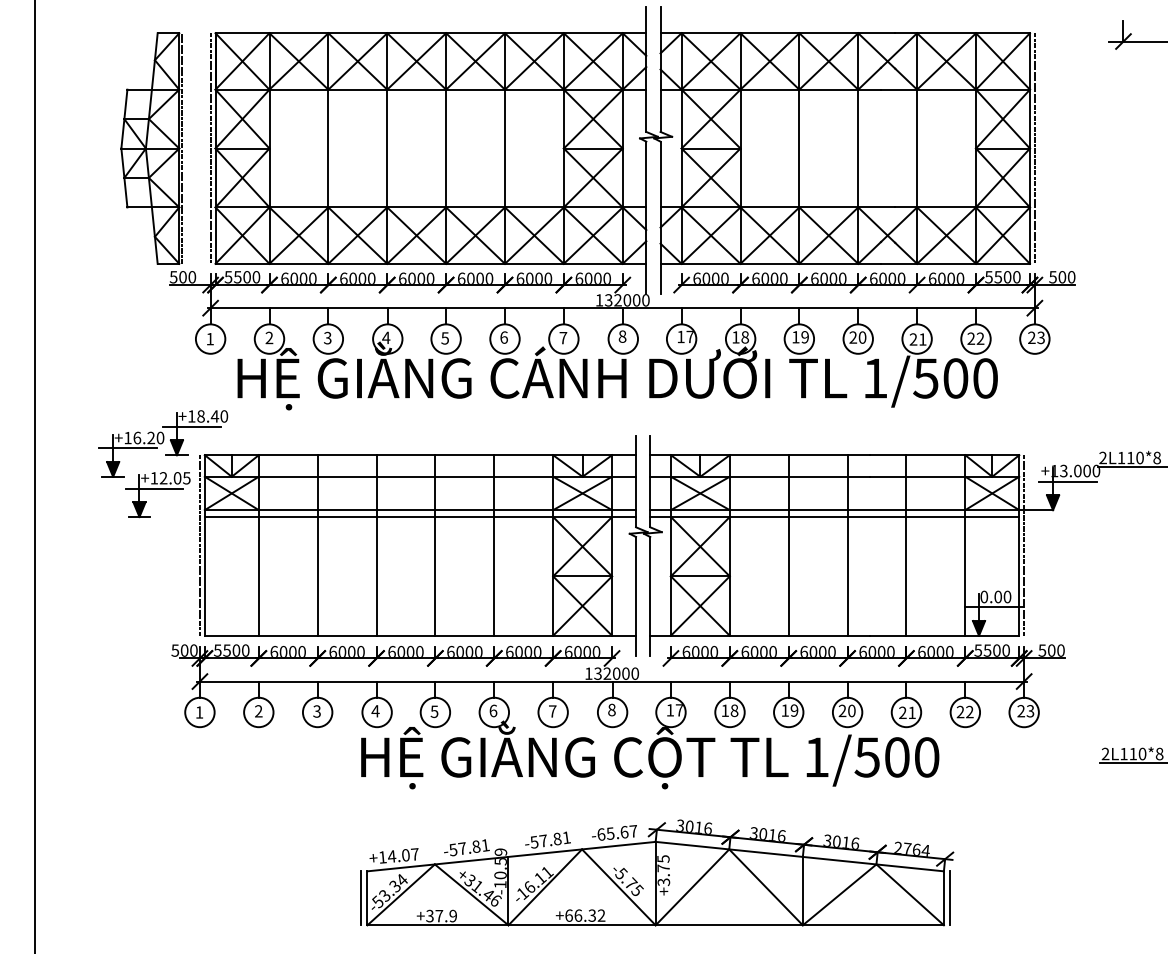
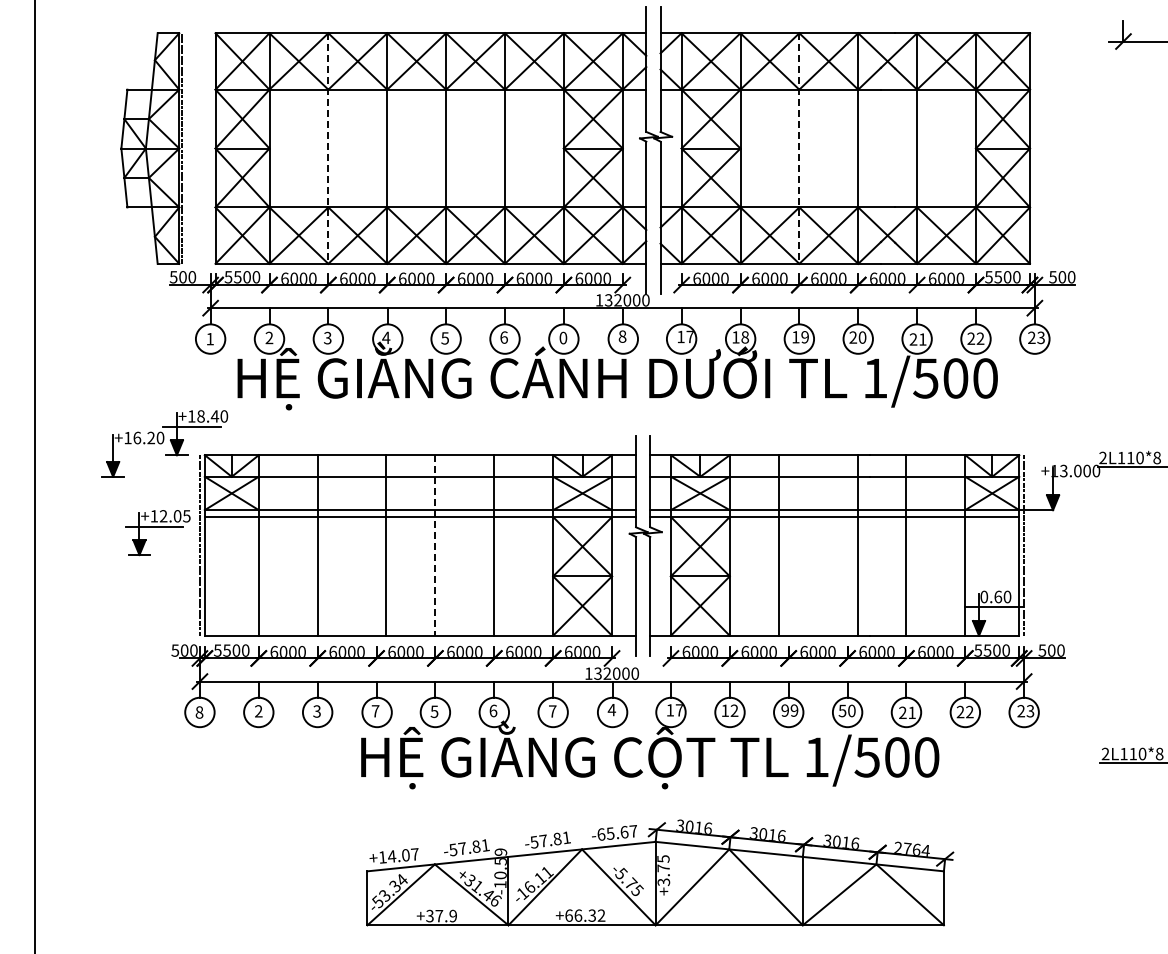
line at (210, 148): present -> none
line at (1034, 148): present -> none
line at (328, 149): solid -> dashed
line at (799, 149): solid -> dashed
text at (563, 337): 7 -> 0
line at (127, 448): present -> none
line at (1067, 481): present -> none
part at (157, 495) position: (157, 495) -> (157, 533)
line at (376, 545) position: (376, 545) -> (385, 545)
line at (435, 545): solid -> dashed
line at (788, 545) position: (788, 545) -> (778, 545)
line at (847, 545) position: (847, 545) -> (857, 545)
text at (998, 596): 0.00 -> 0.60
text at (611, 709): 8 -> 4
text at (734, 710): 18 -> 12
text at (784, 710): 19 -> 99
text at (842, 710): 20 -> 50
text at (375, 711): 4 -> 7
text at (199, 712): 1 -> 8
line at (361, 898): present -> none
line at (950, 898): present -> none
